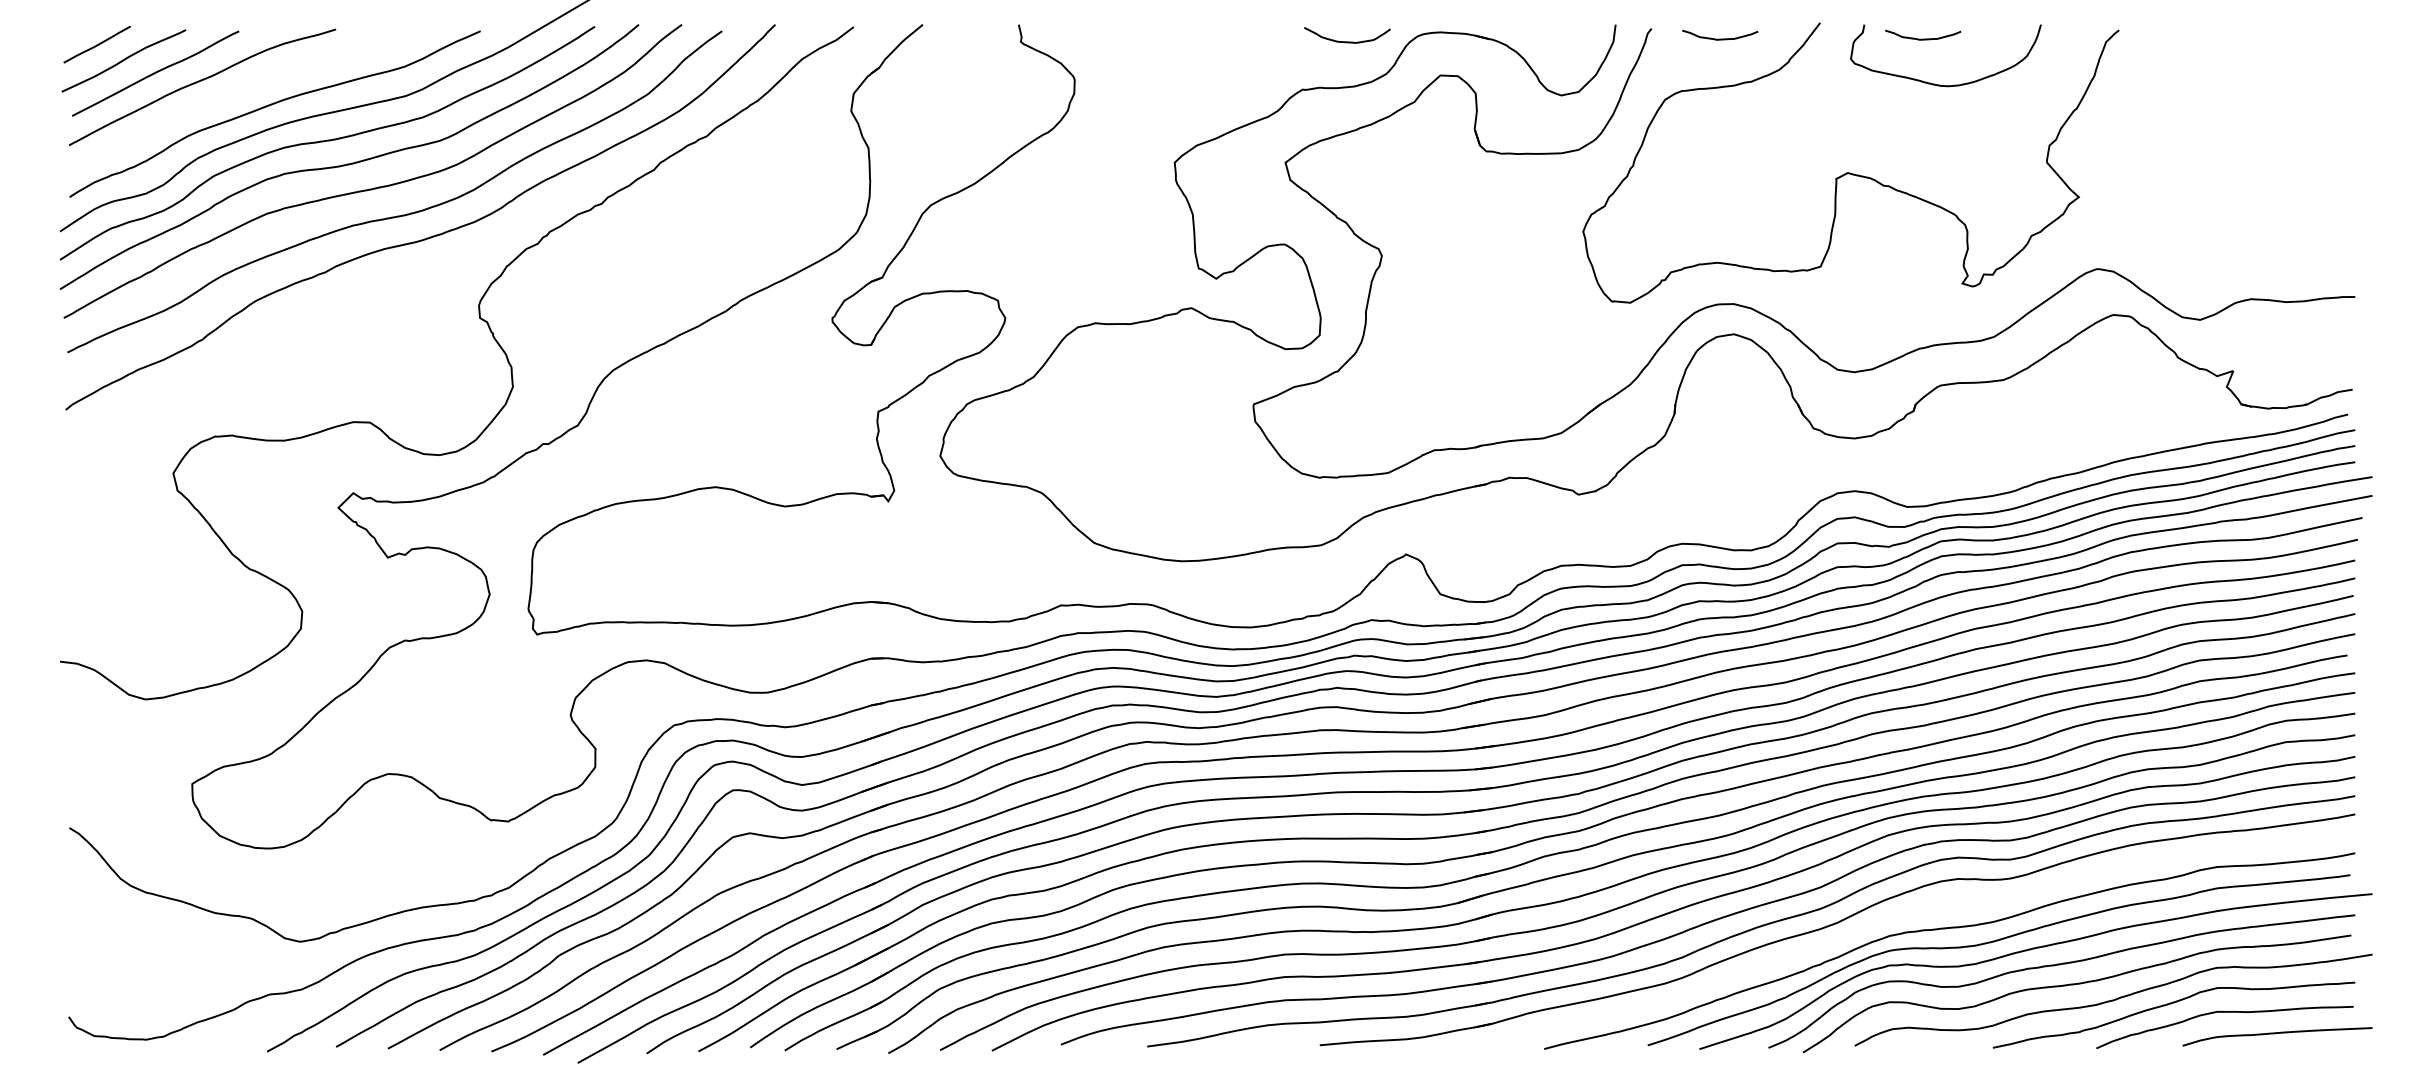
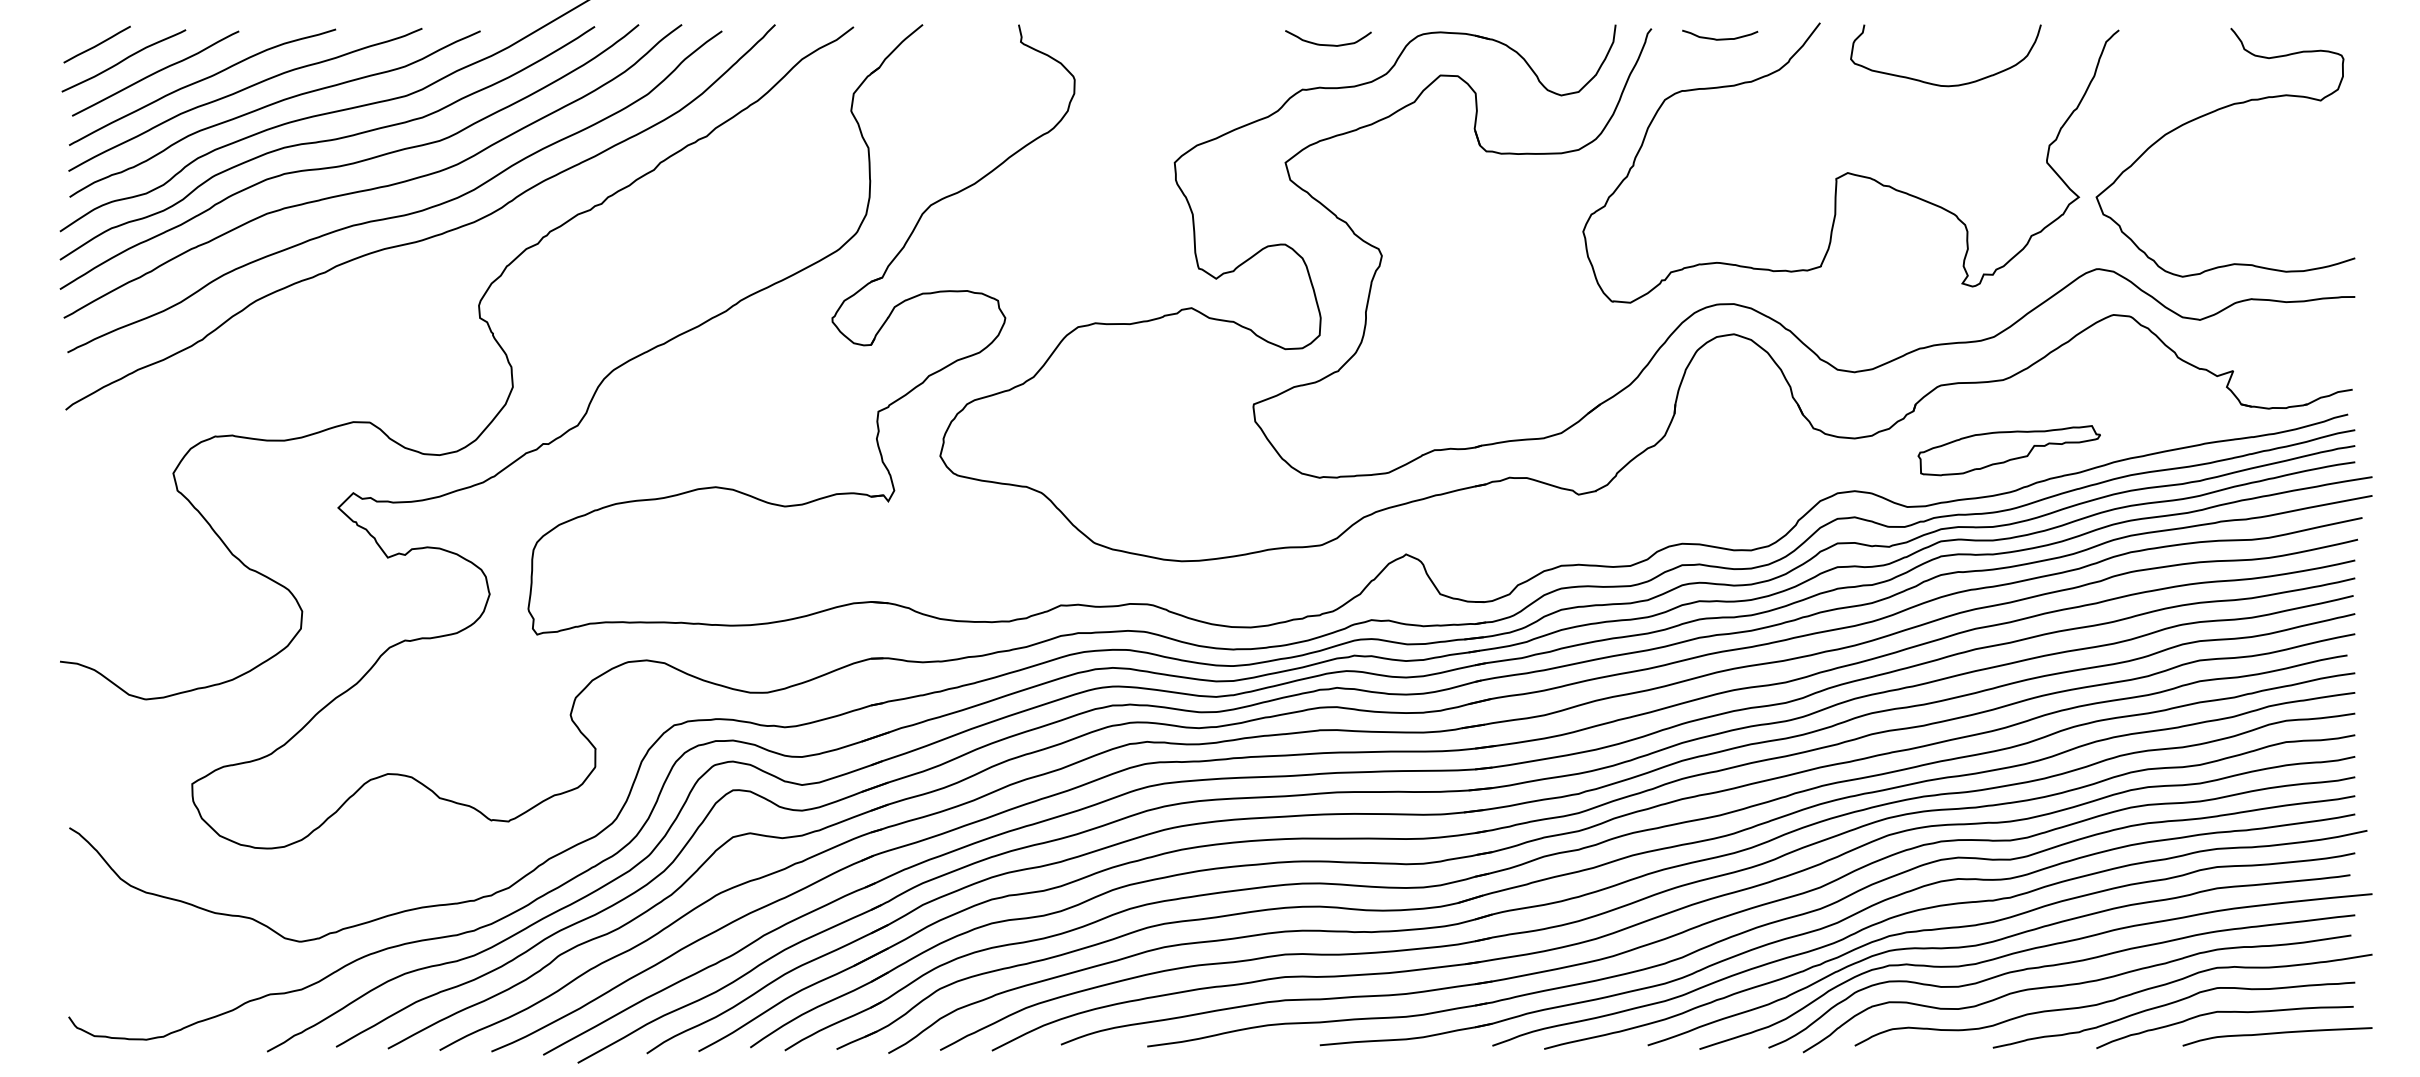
curve at (1923, 38): present -> none
curve at (1347, 41) position: (1347, 41) -> (1328, 44)
curve at (241, 91): none -> present
curve at (2212, 113): none -> present
part at (2008, 450): none -> present
curve at (1922, 910): none -> present
